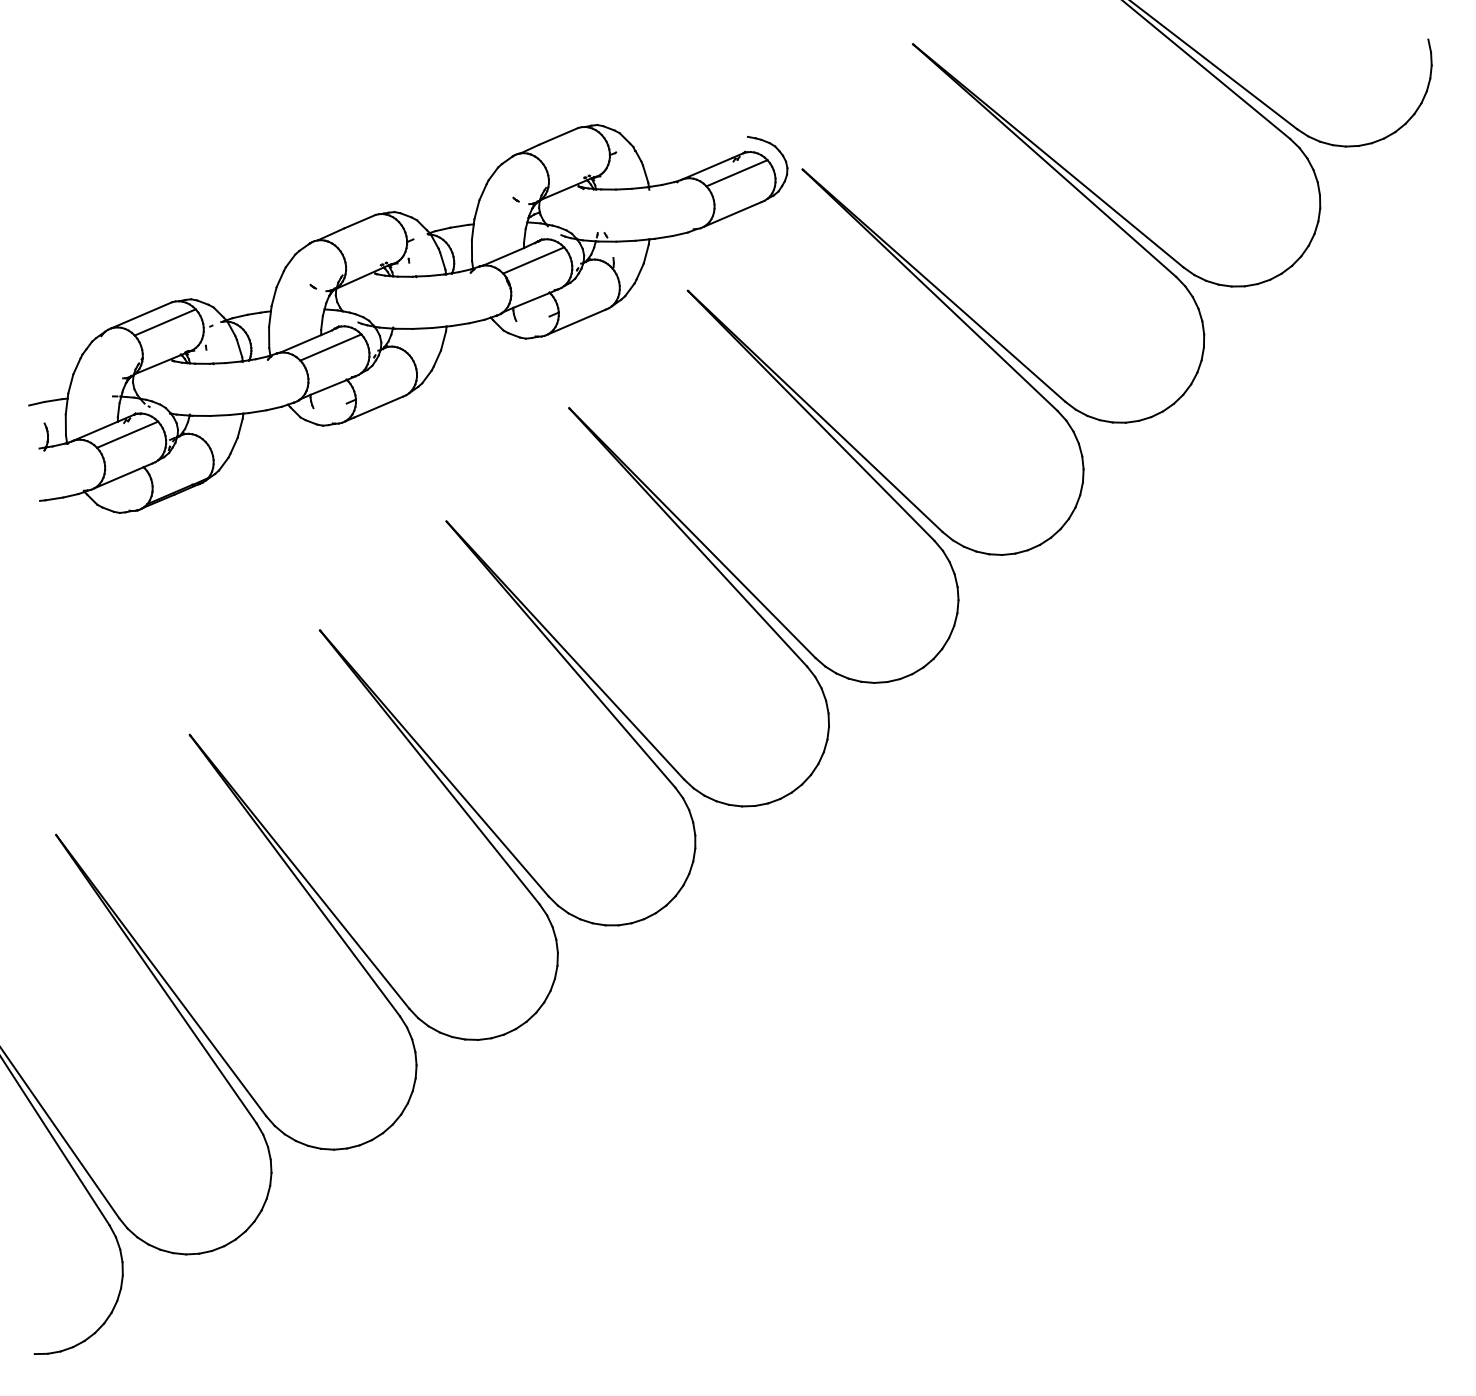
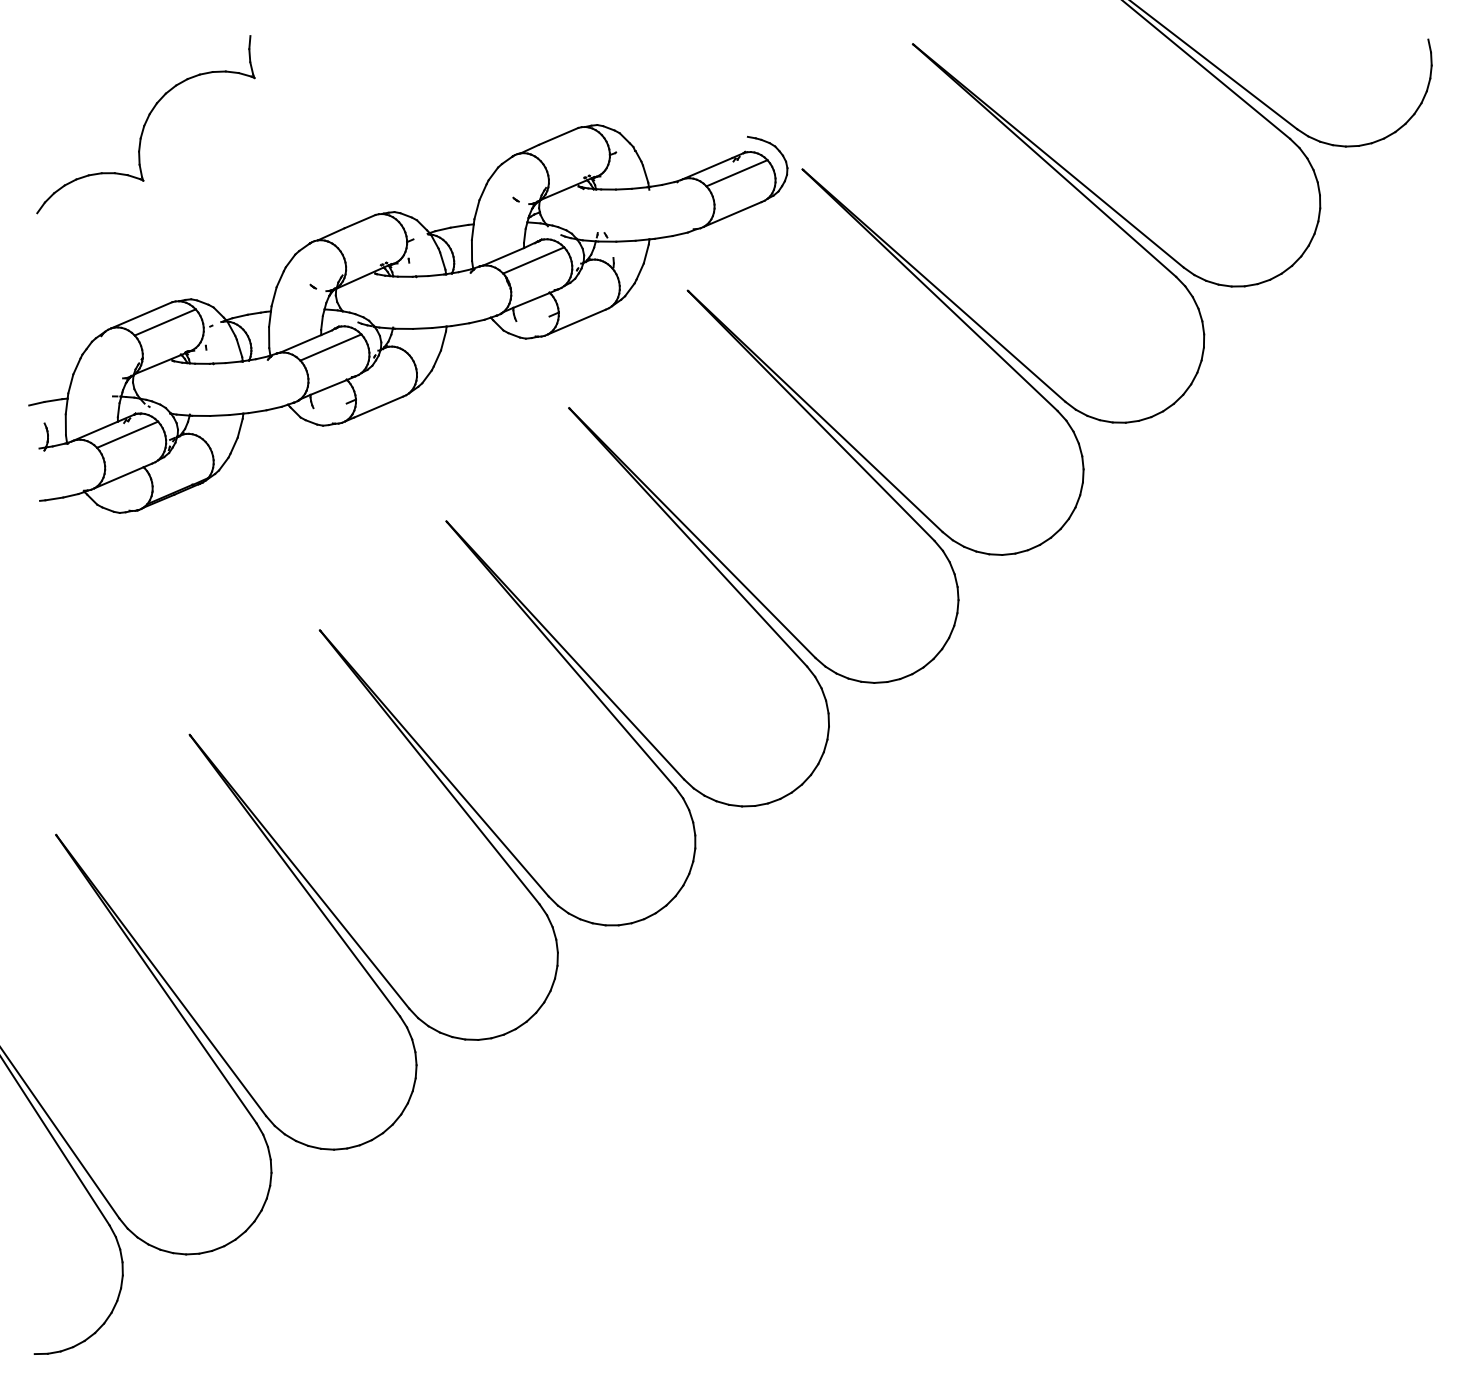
part at (145, 124): none -> present
